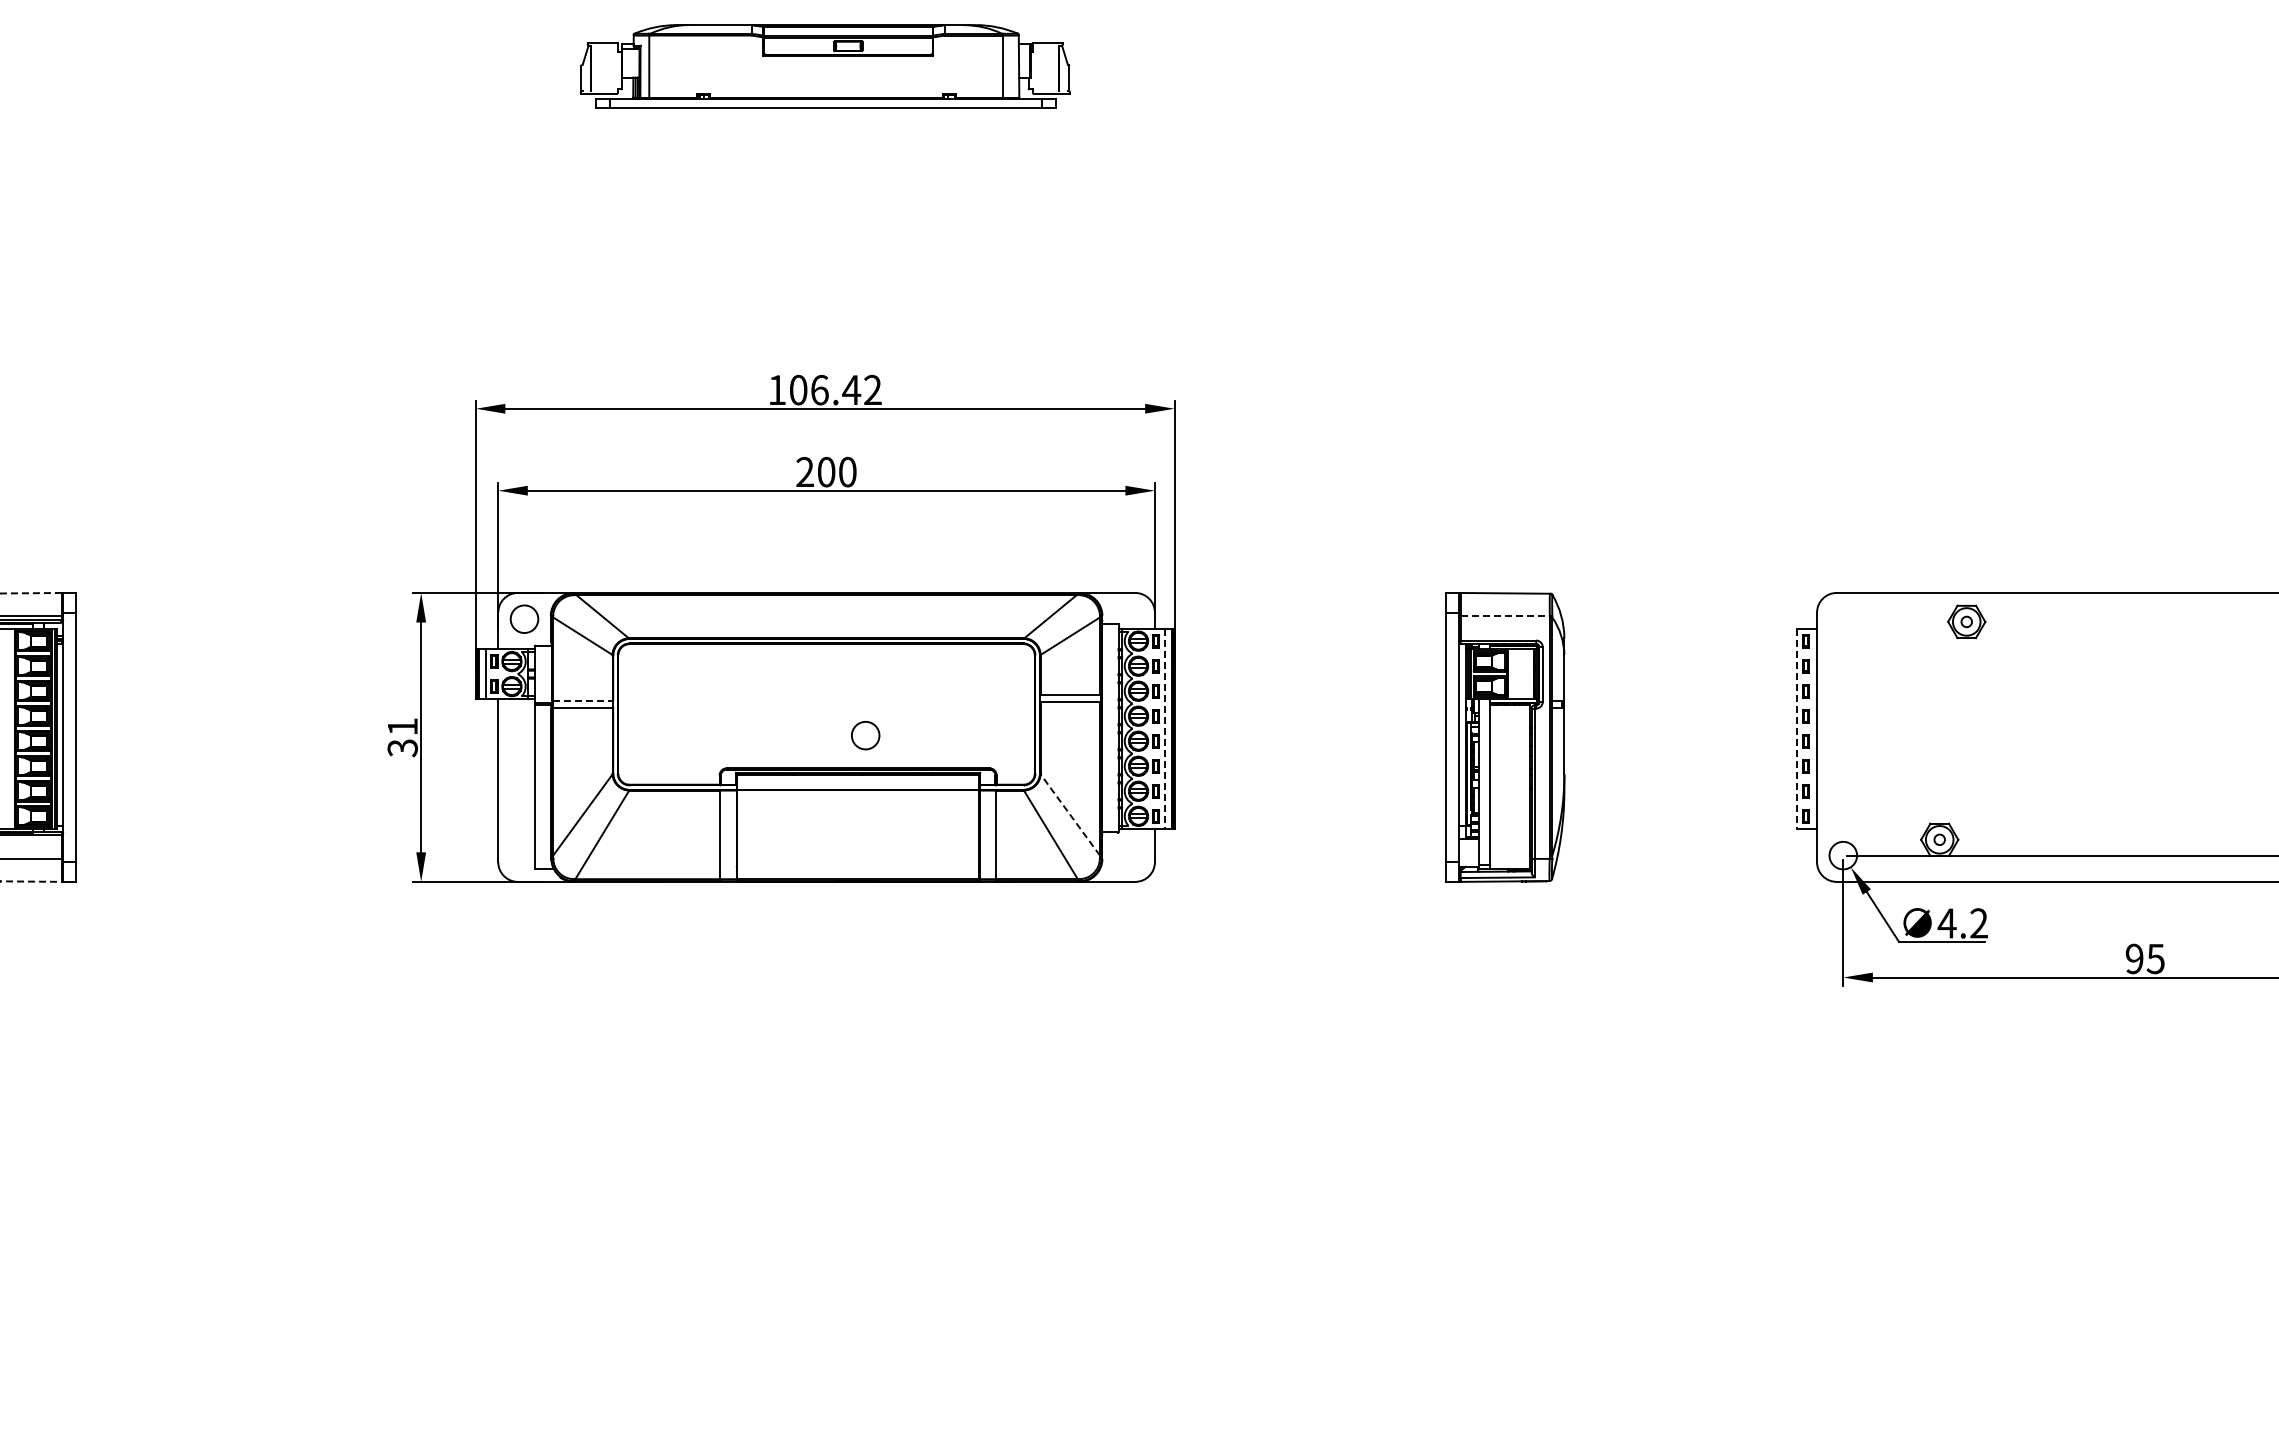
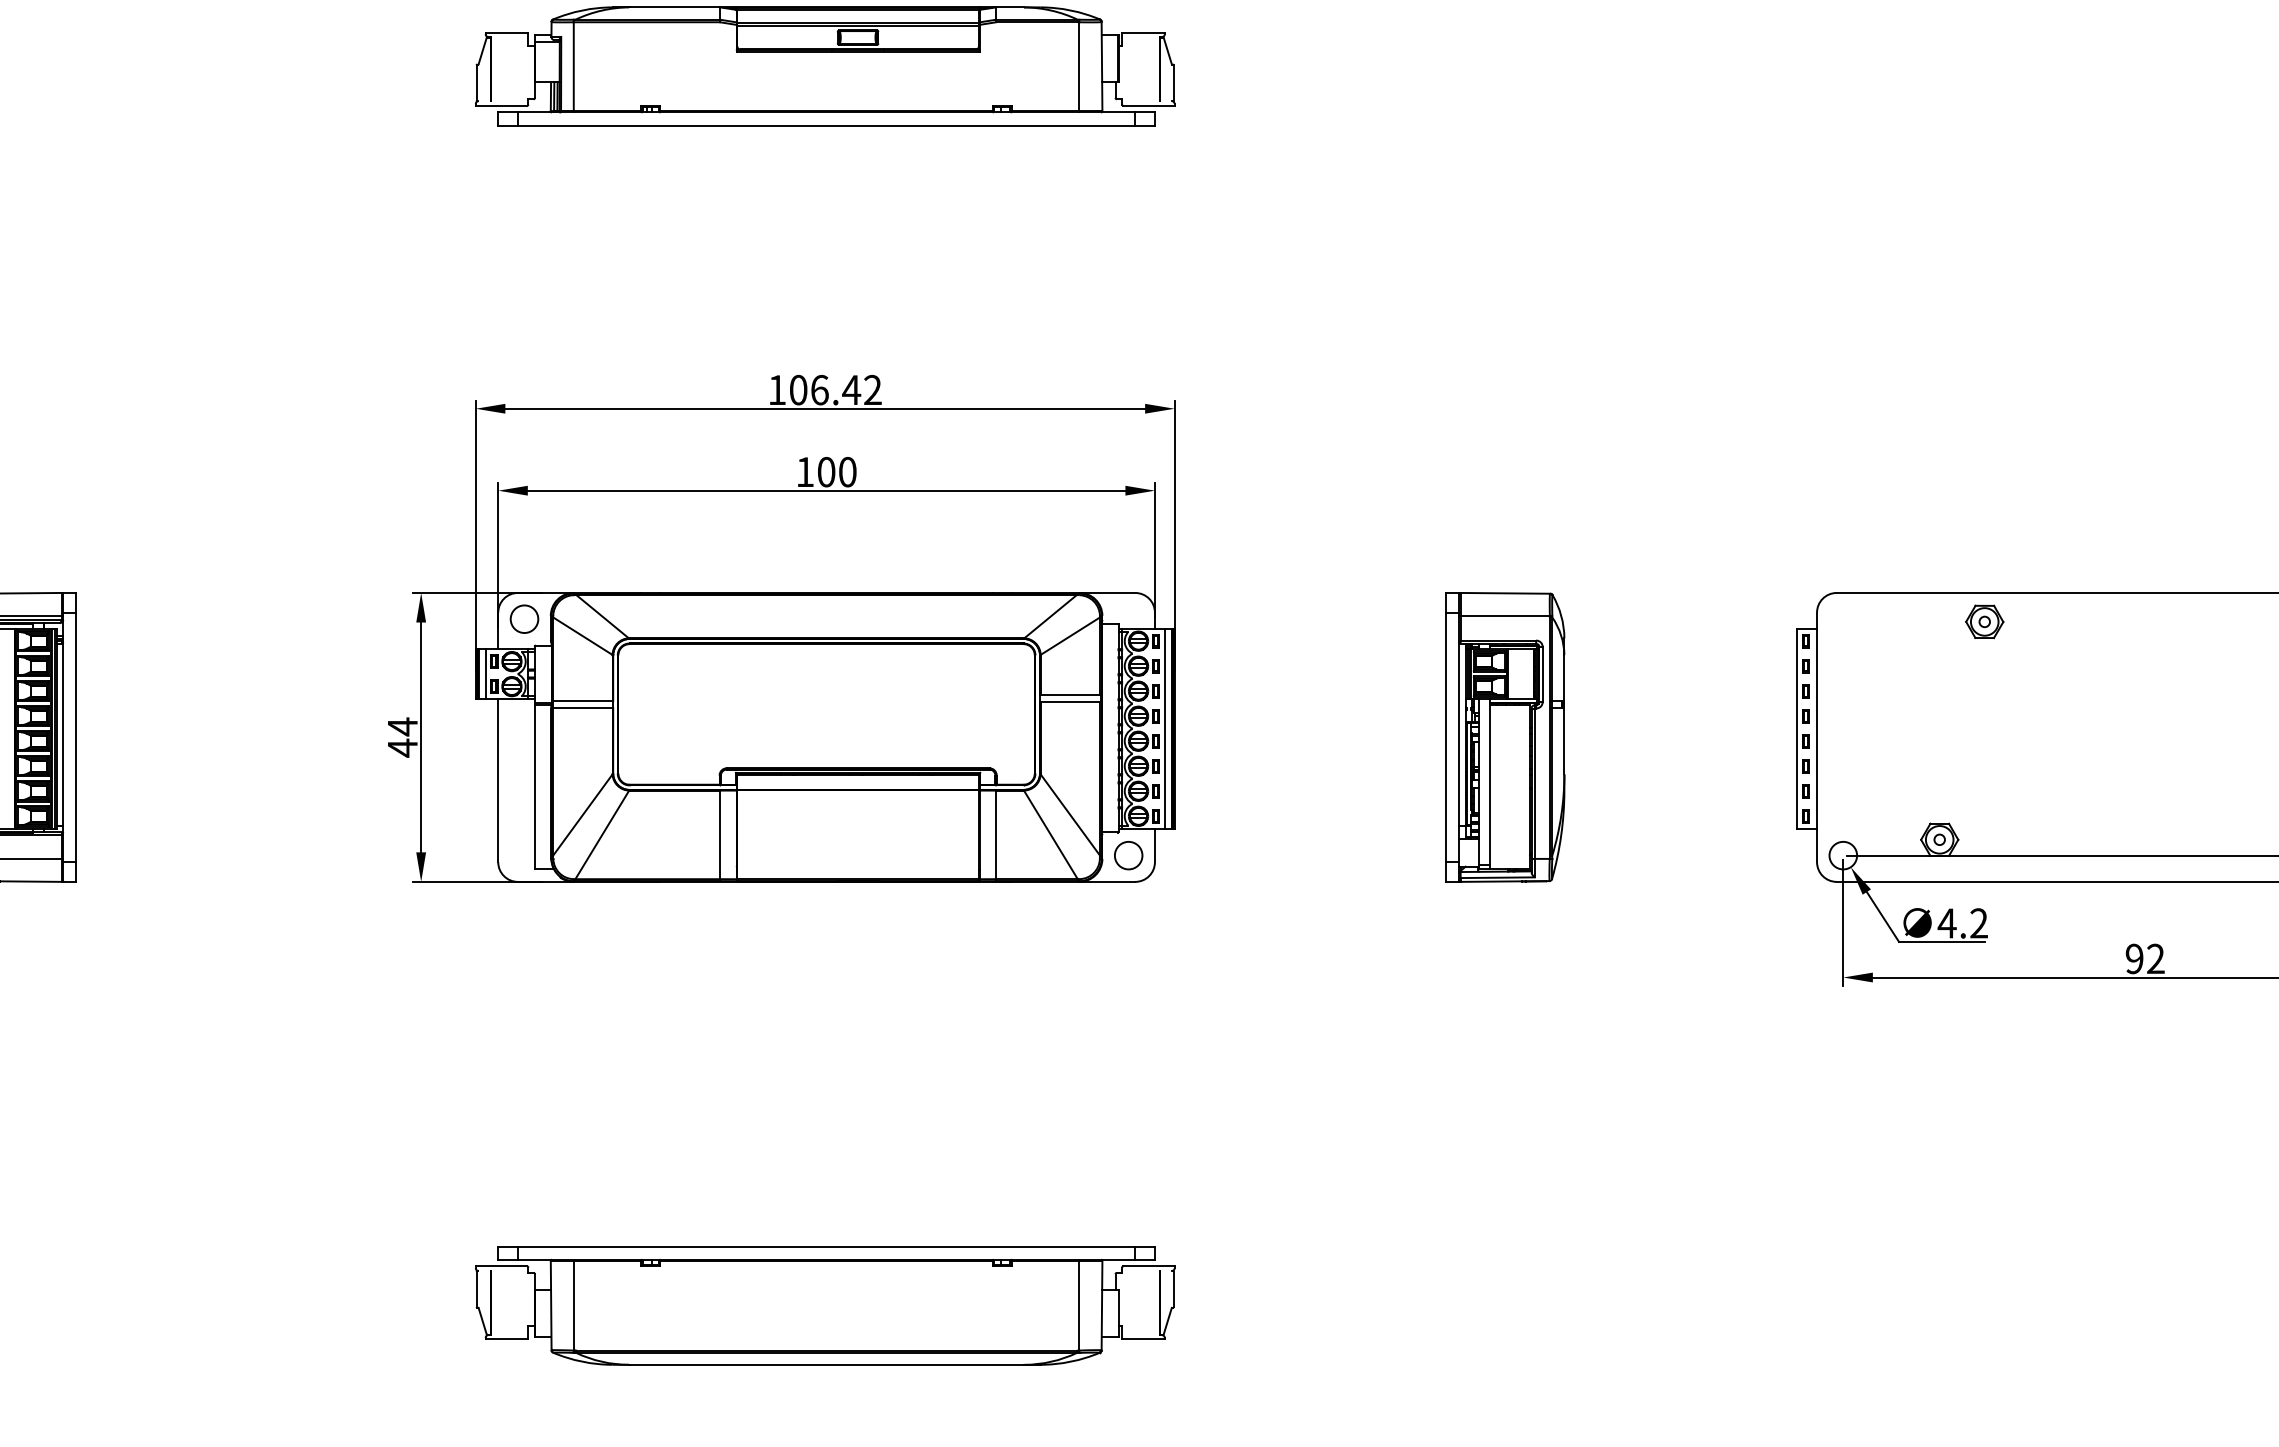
part at (825, 66) size: 491x85 px -> 701x121 px
text at (804, 471): 200 -> 100
line at (31, 593): dashed -> solid
line at (1505, 615): dashed -> solid
part at (1966, 621) position: (1966, 621) -> (1984, 621)
line at (582, 701): dashed -> solid
line at (1164, 729): dashed -> solid
line at (1797, 729): dashed -> solid
circle at (865, 735) position: (865, 735) -> (1128, 855)
text at (402, 737): 31 -> 44
line at (1070, 814): dashed -> solid
line at (30, 881): dashed -> solid
text at (2155, 958): 95 -> 92
part at (825, 1305): none -> present
